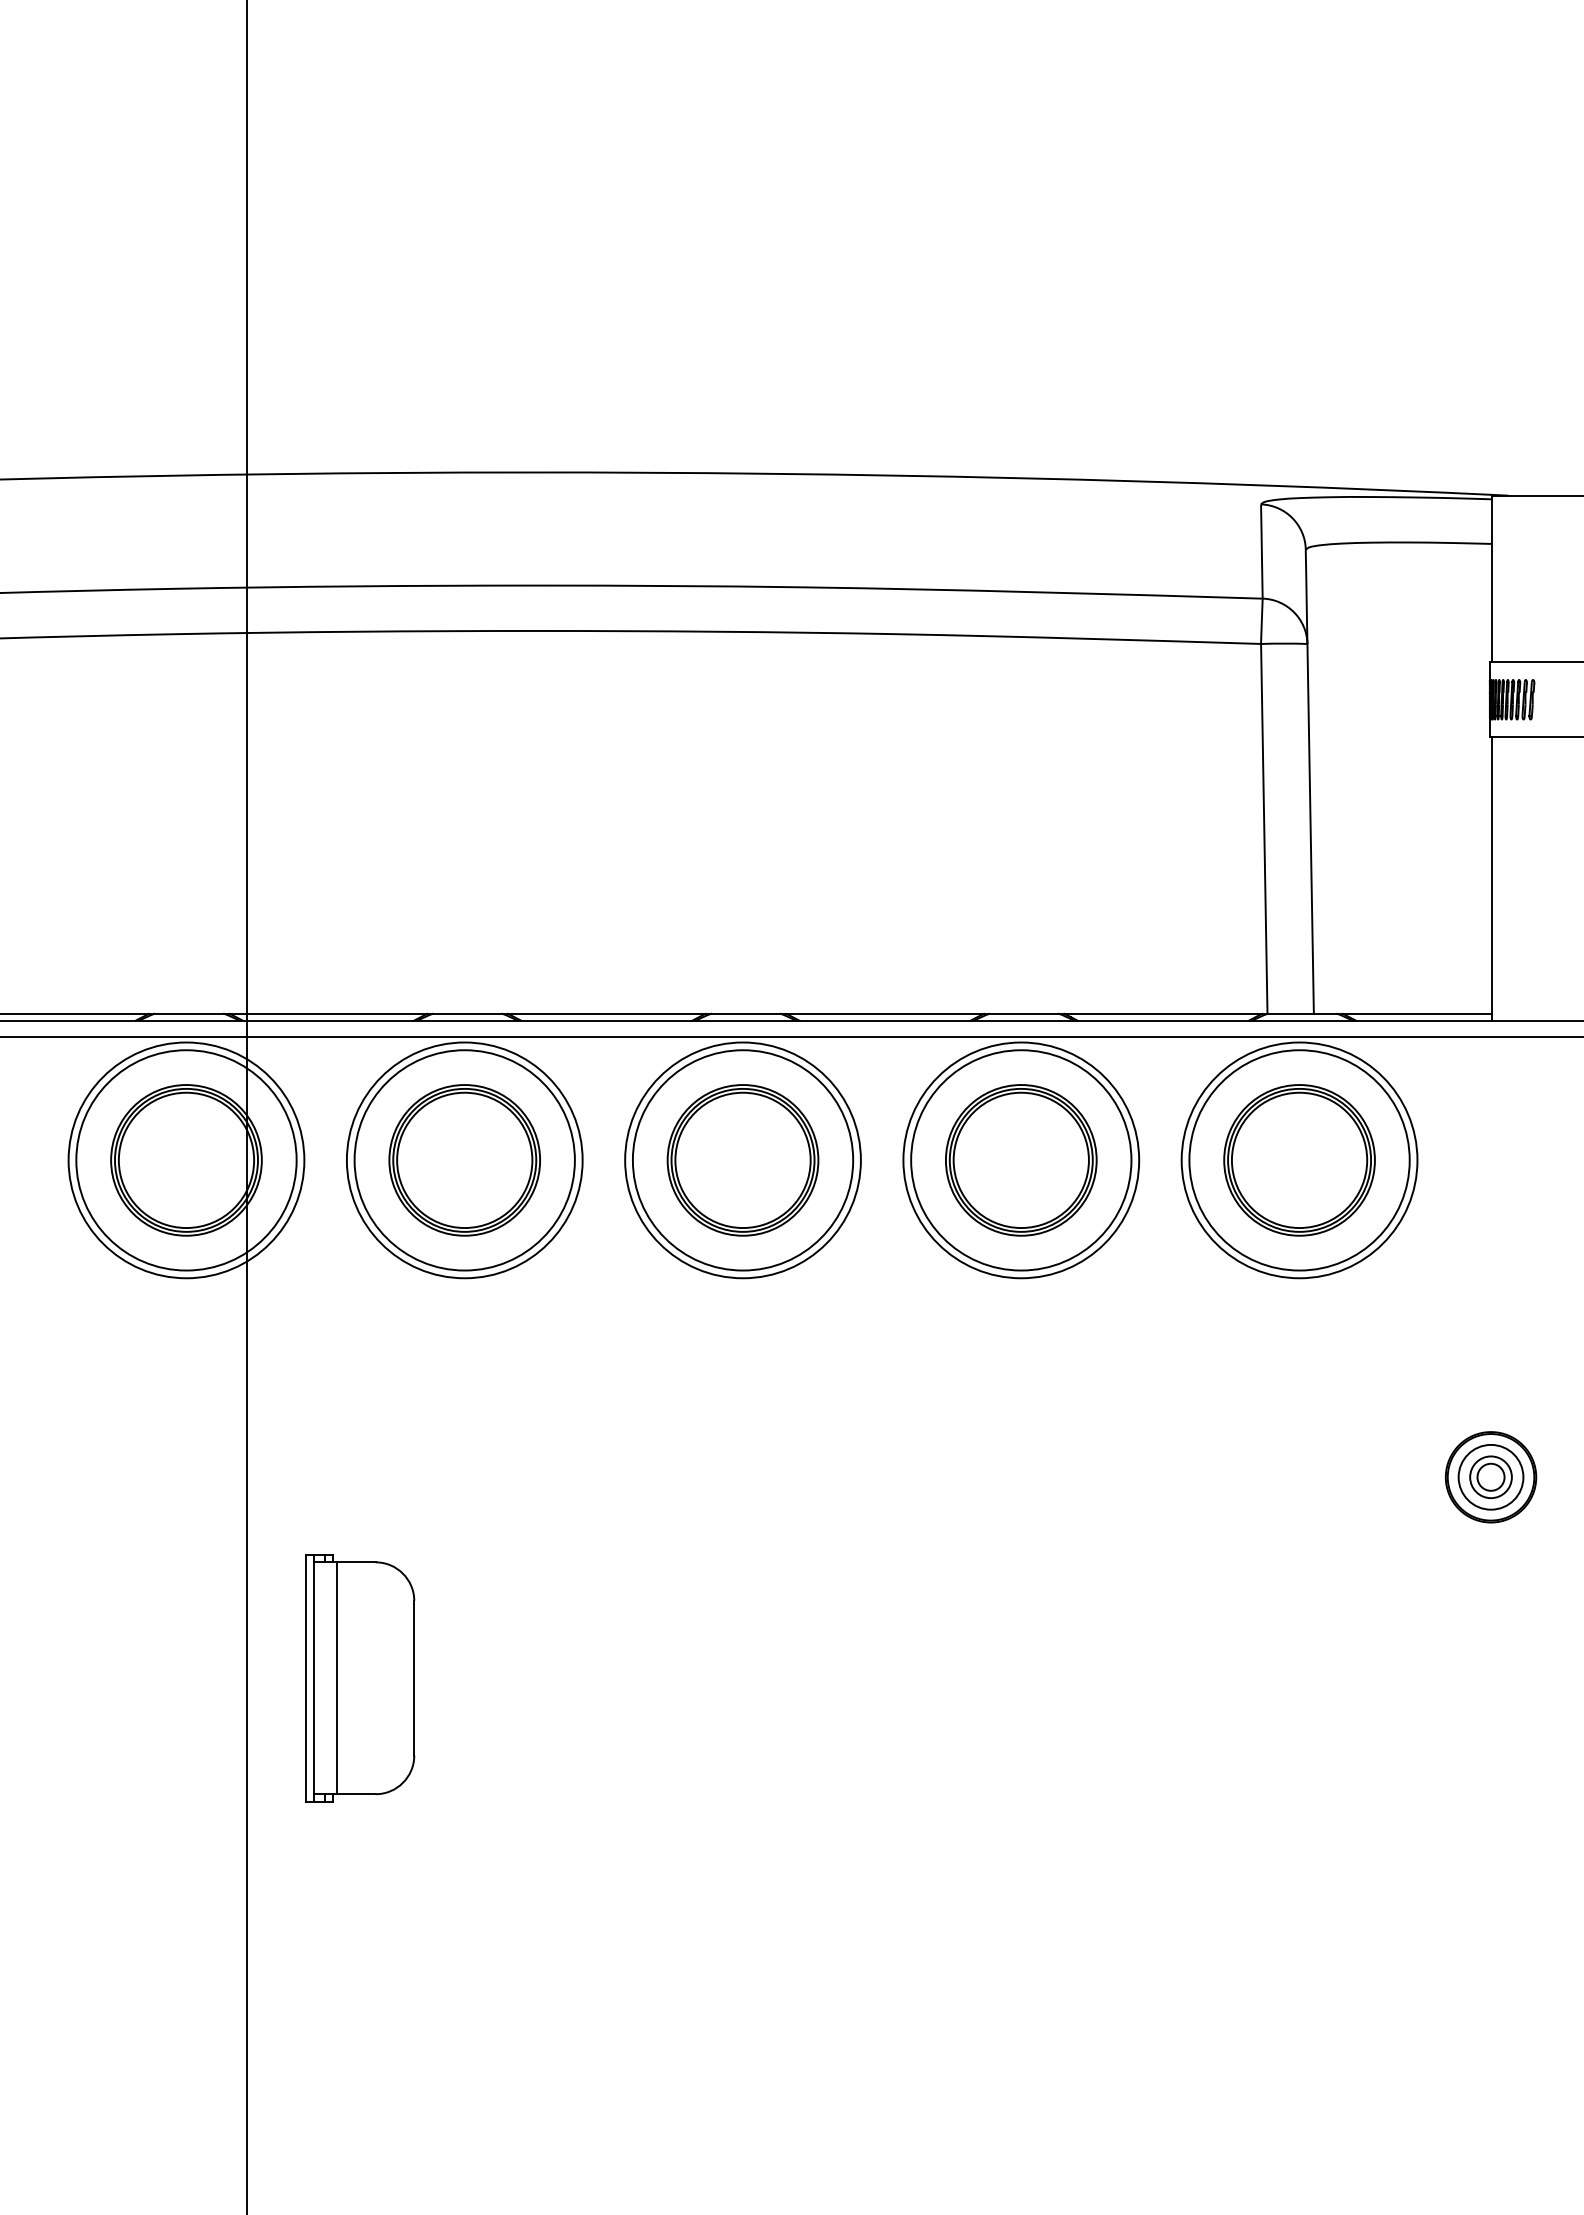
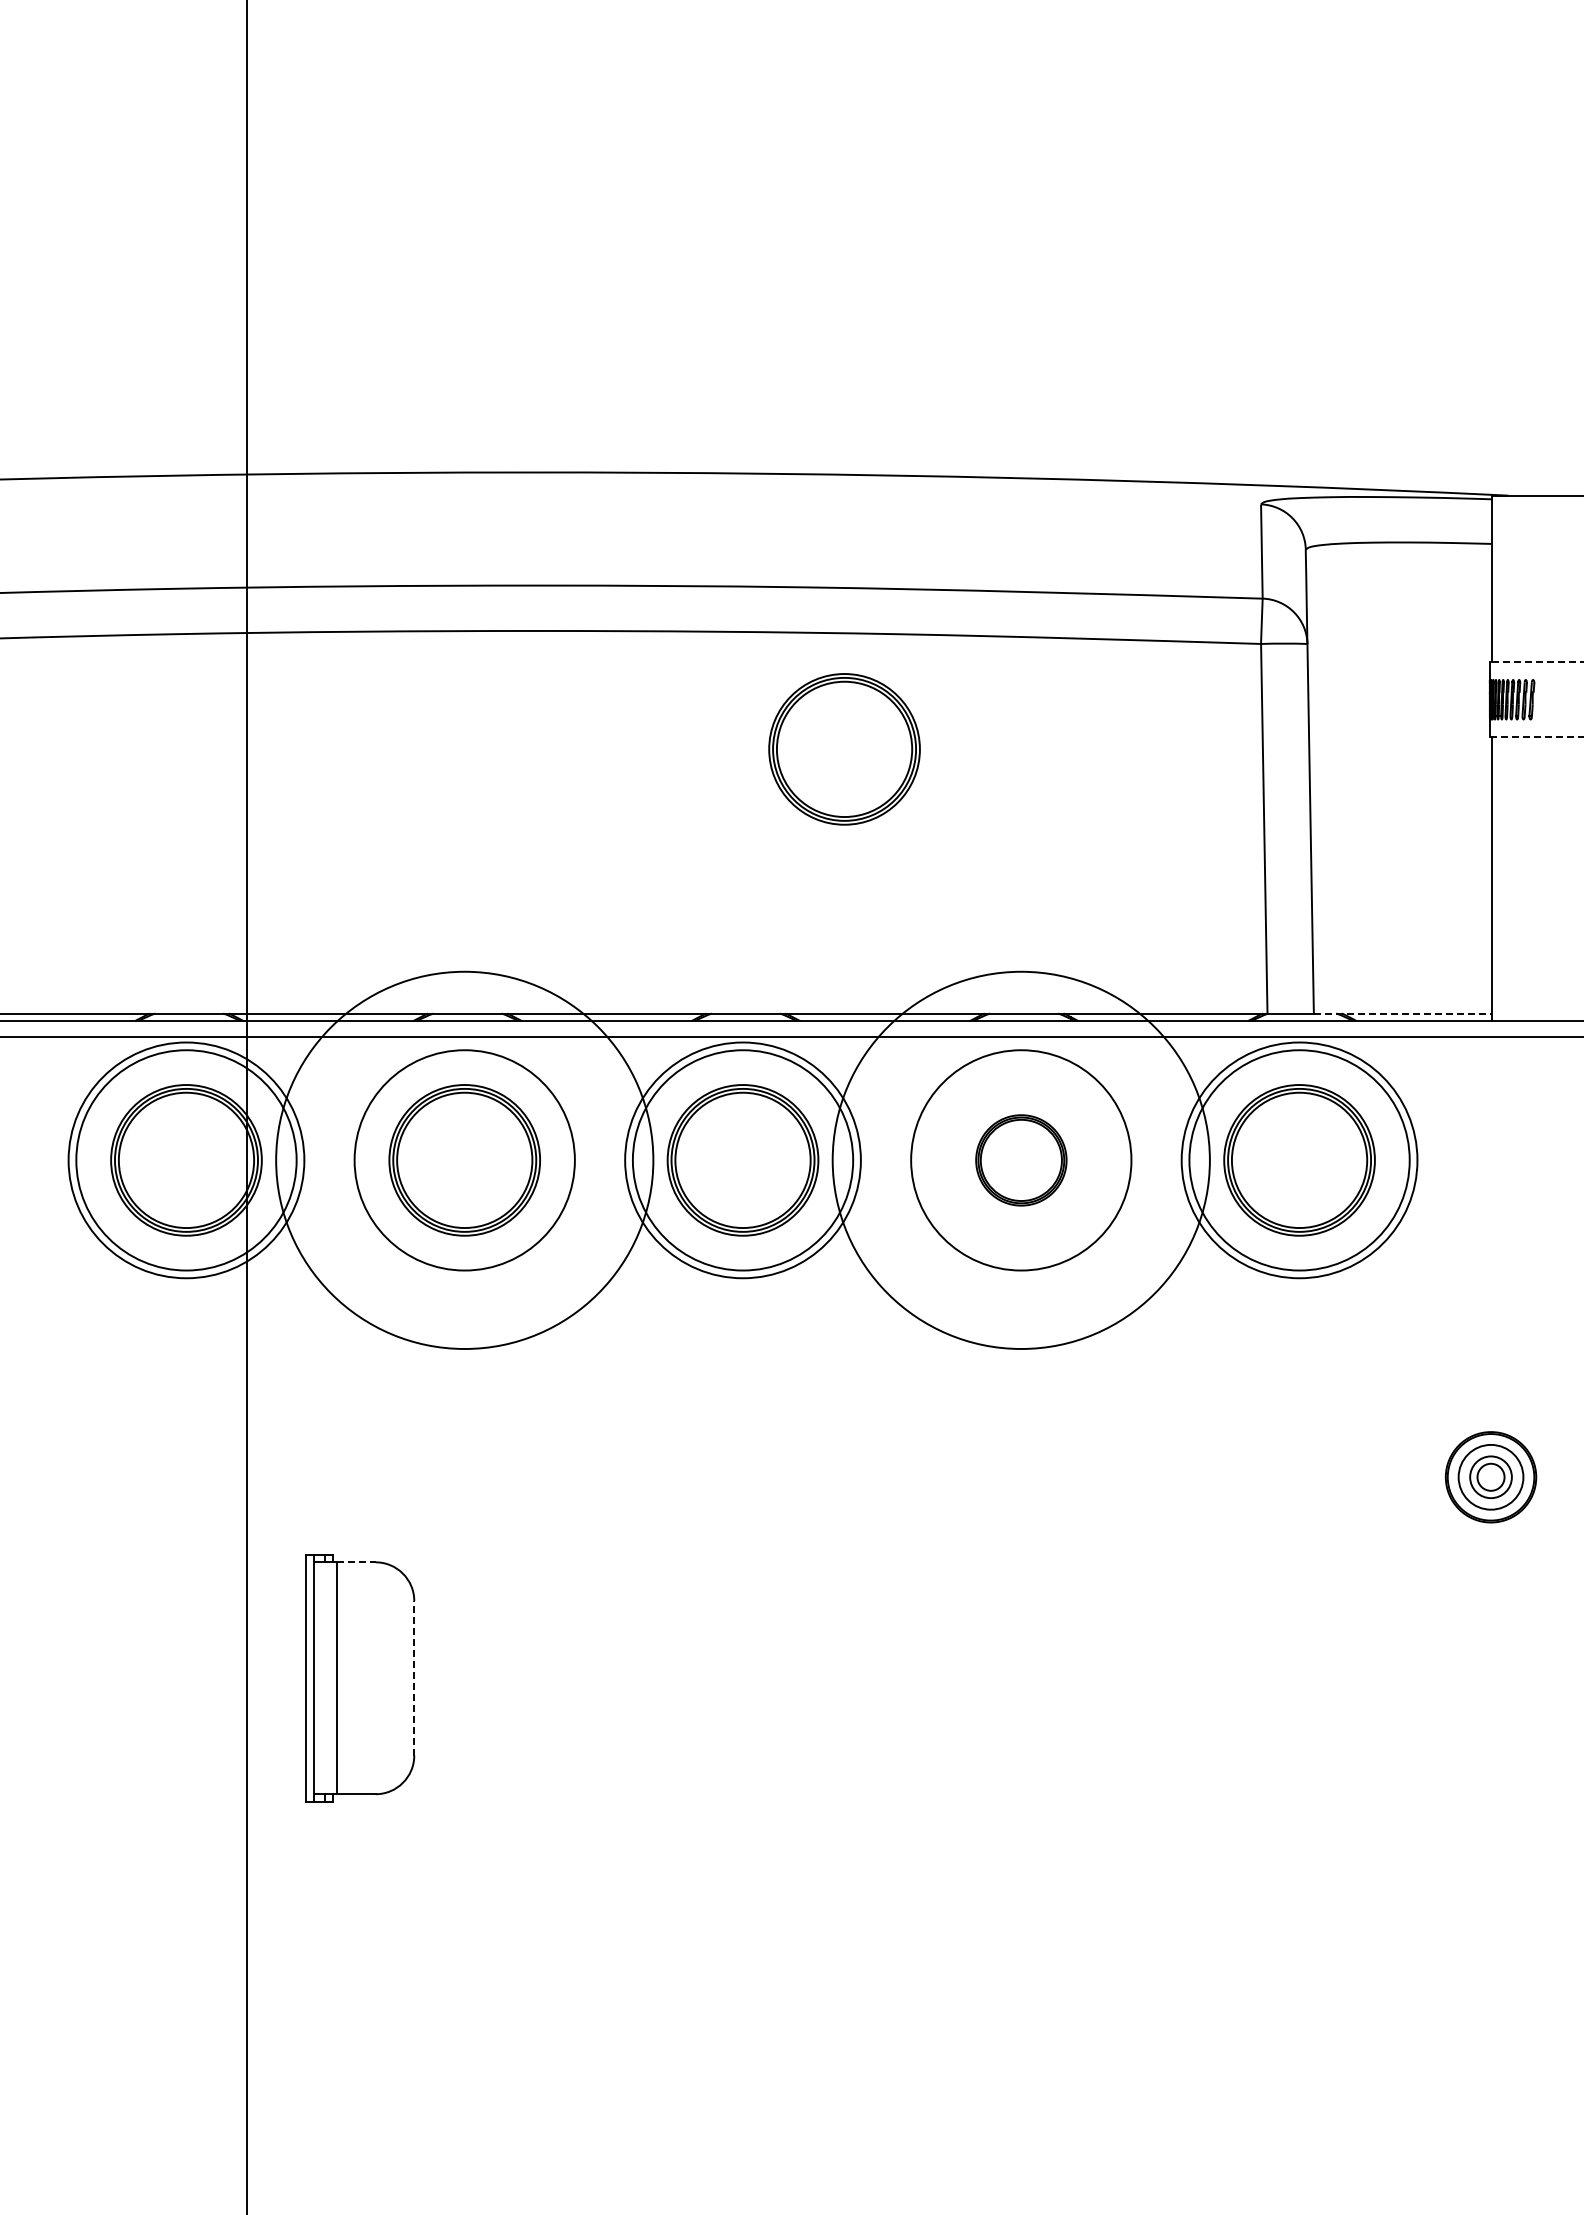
line at (1536, 661): solid -> dashed
line at (1536, 737): solid -> dashed
part at (844, 749): none -> present
line at (1403, 1013): solid -> dashed
circle at (464, 1160) diameter: 236 px -> 377 px
circle at (1021, 1160) diameter: 236 px -> 377 px
part at (1021, 1160) size: 153x153 px -> 93x93 px
line at (356, 1562): solid -> dashed
line at (414, 1677): solid -> dashed
